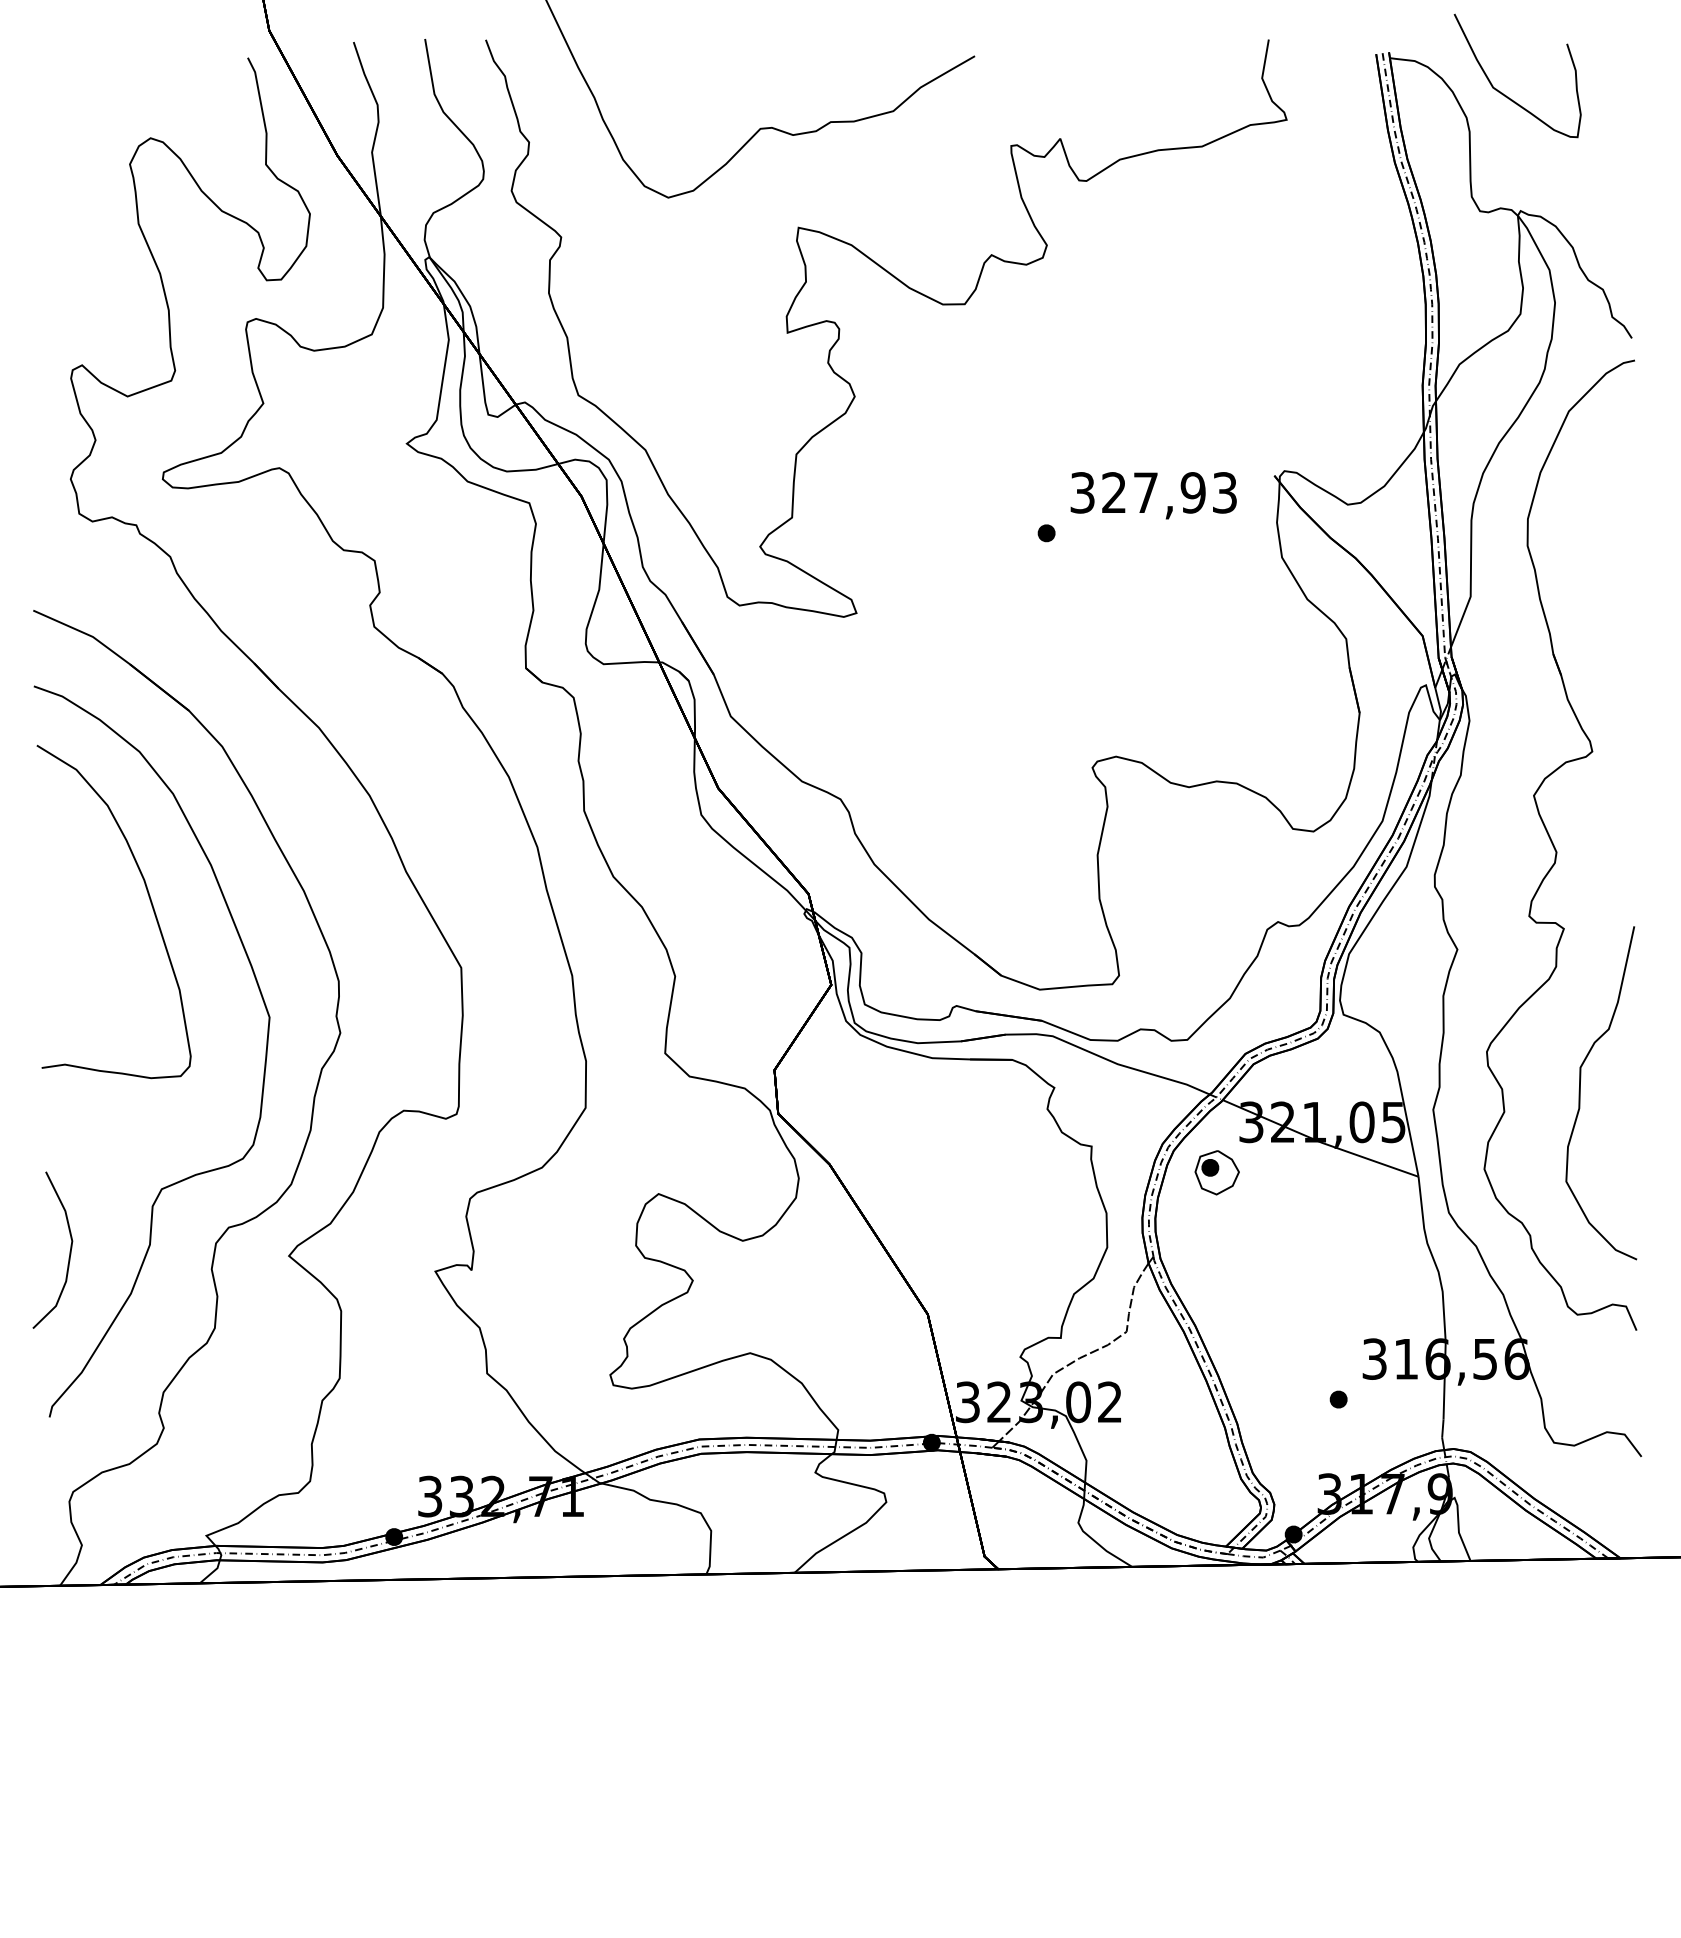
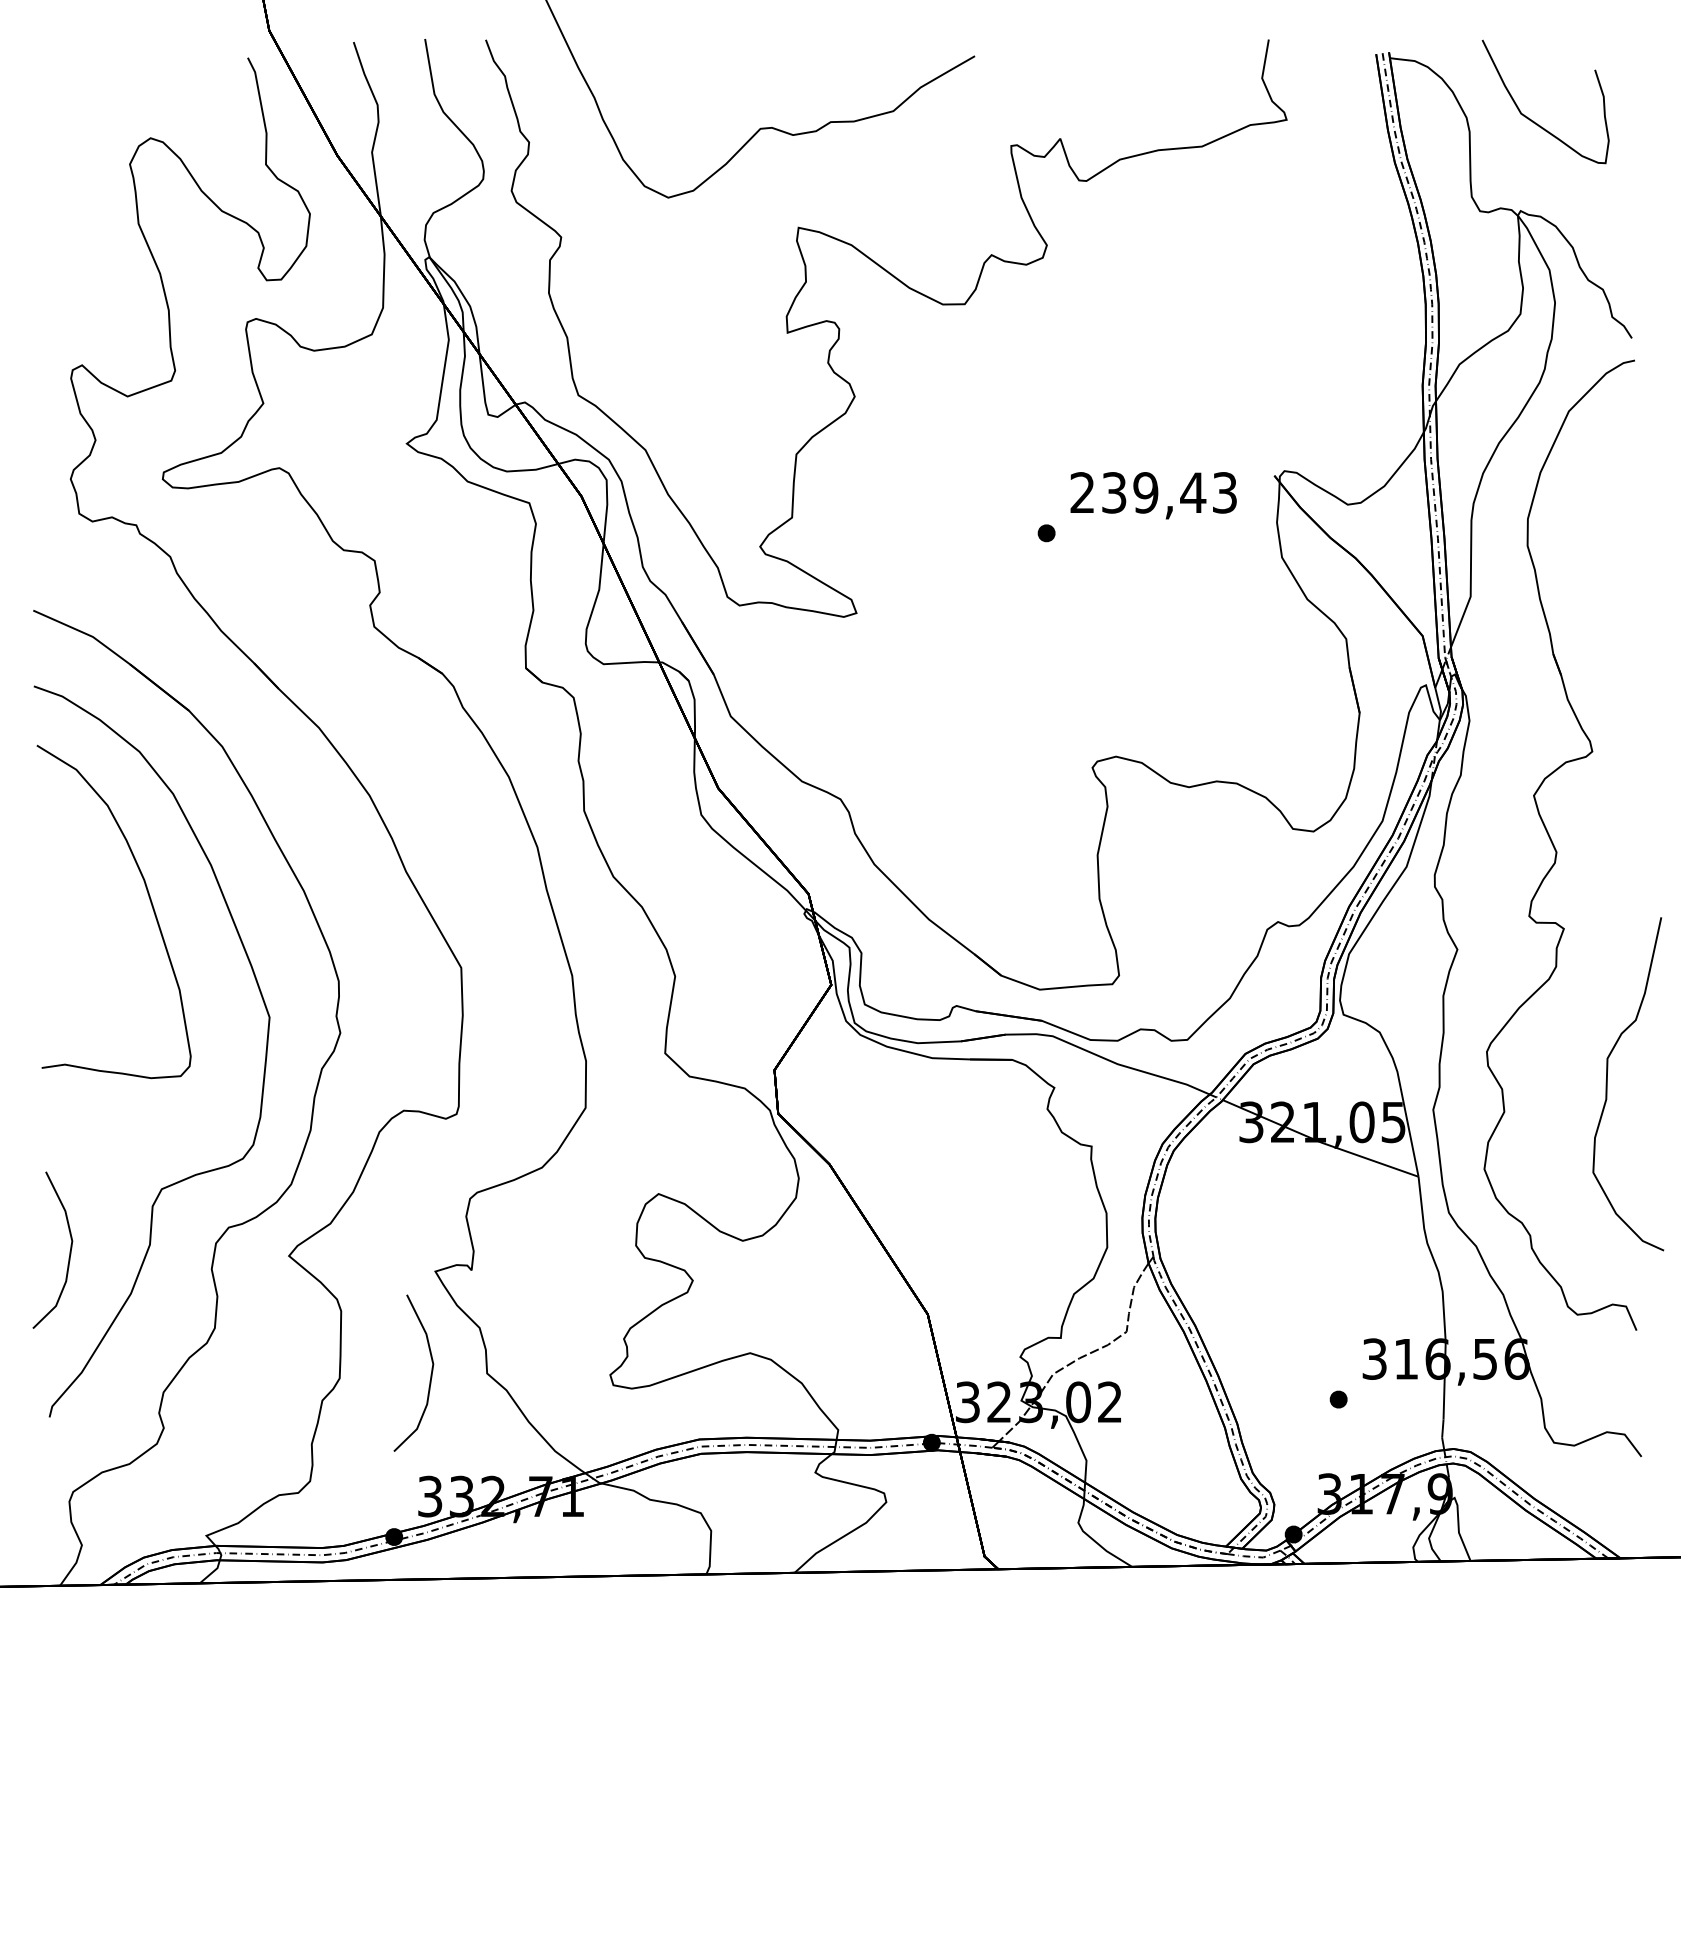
curve at (1505, 94) position: (1505, 94) -> (1533, 120)
text at (1138, 492): 327,93 -> 239,43
curve at (1580, 1093) position: (1580, 1093) -> (1607, 1084)
part at (1216, 1172): present -> none
curve at (430, 1374): none -> present
